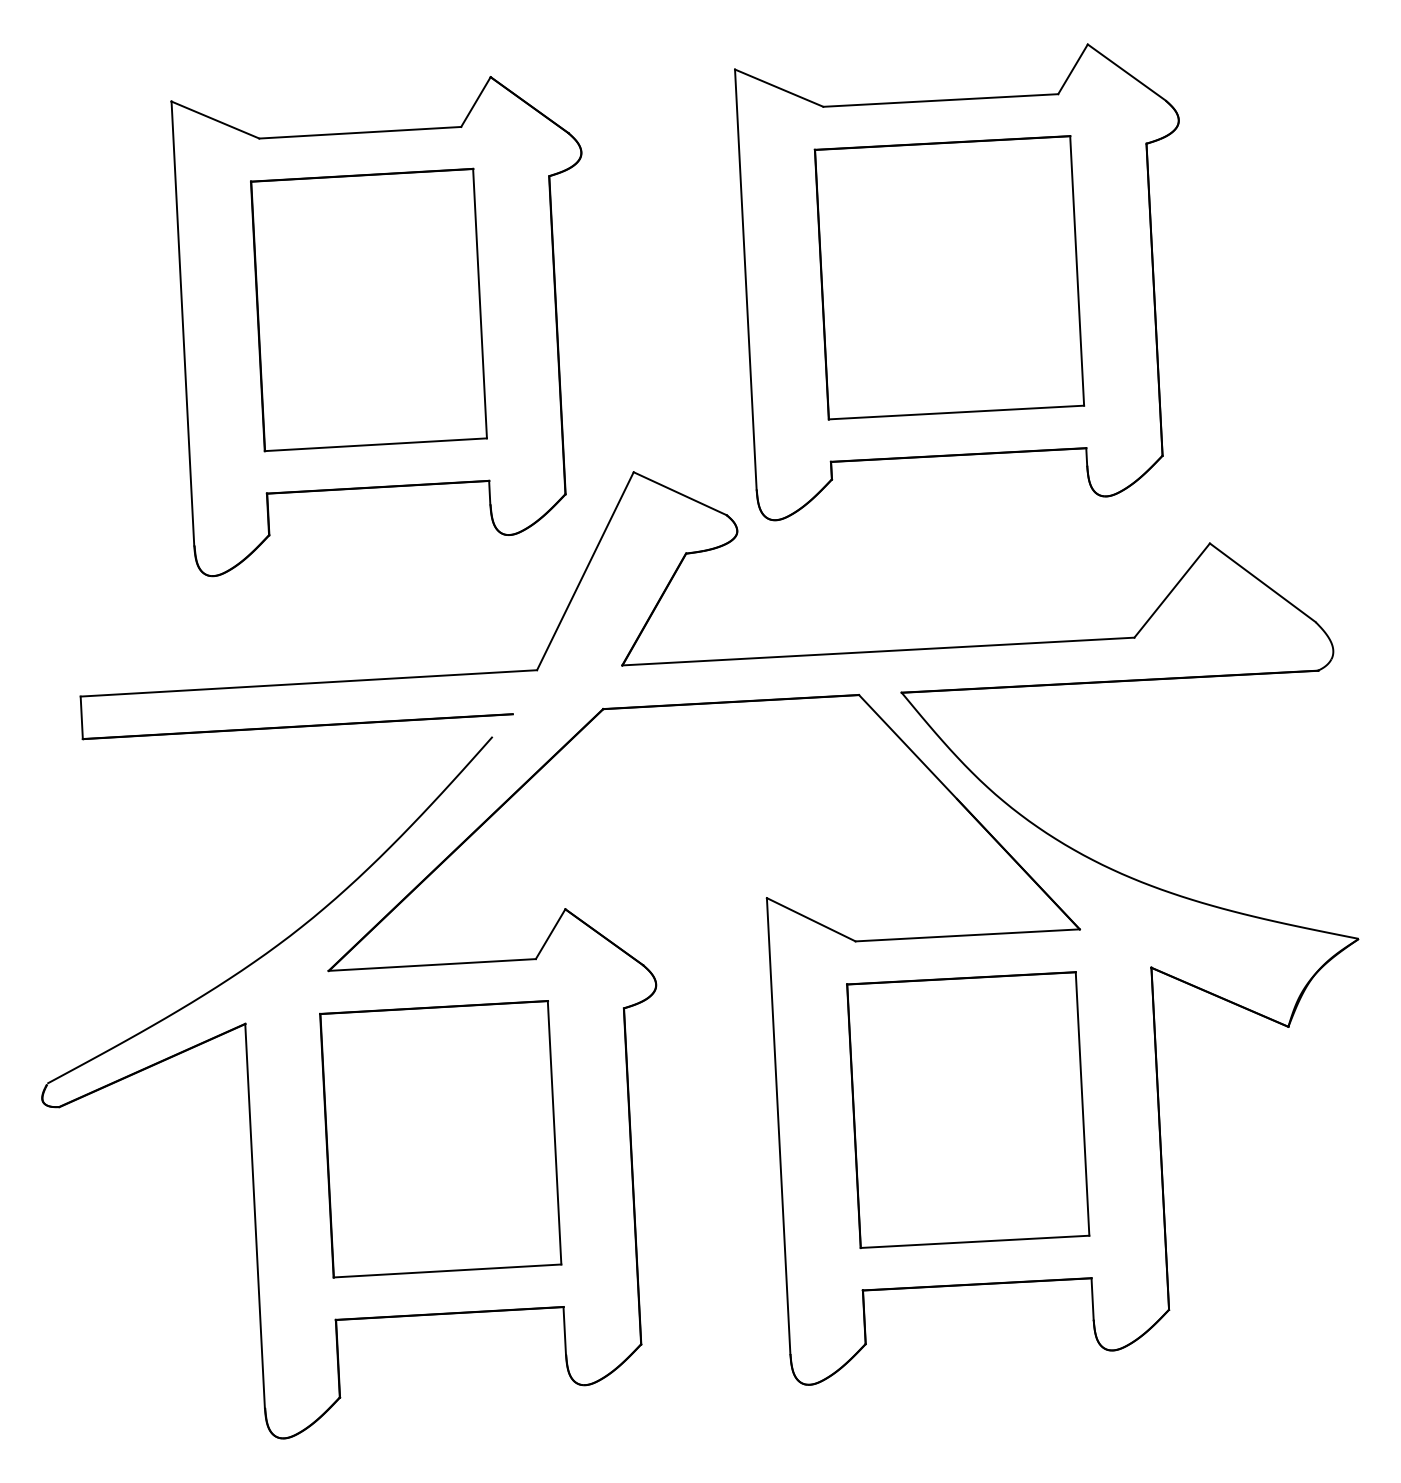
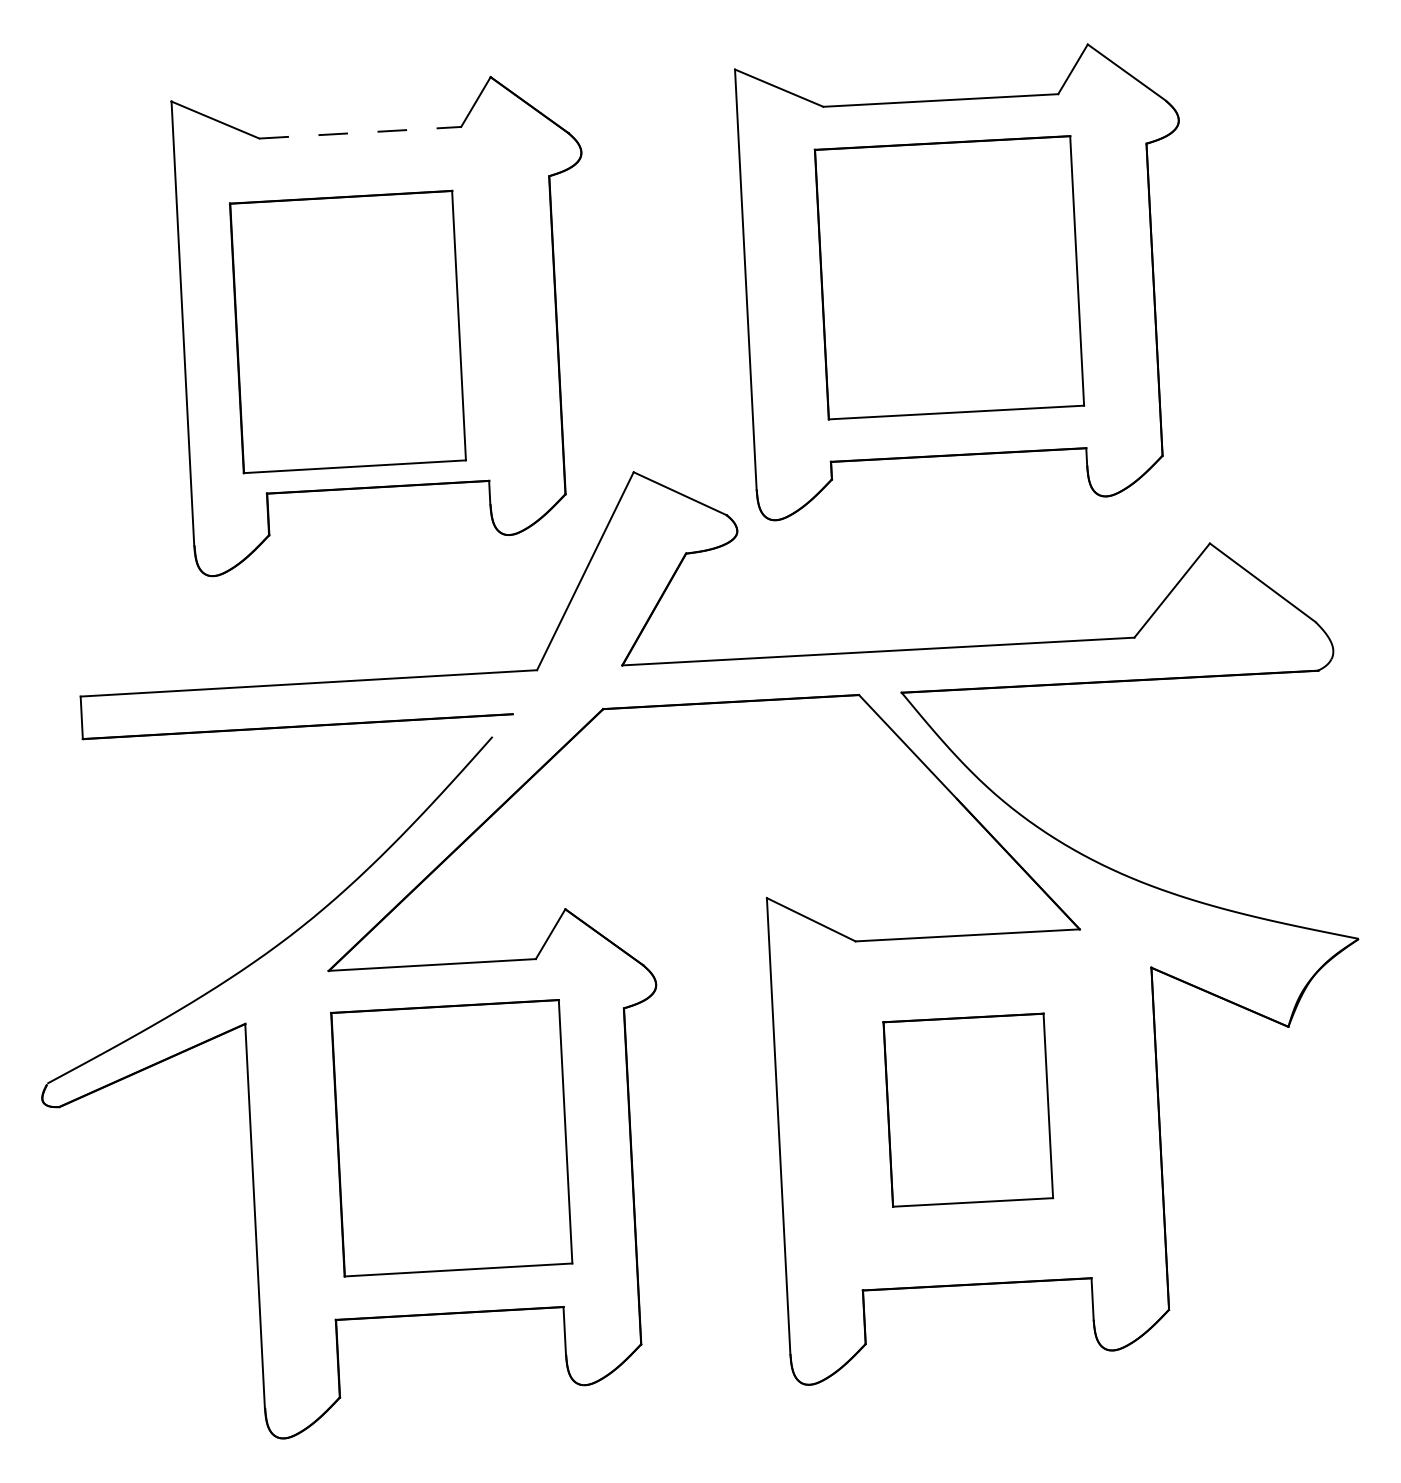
line at (360, 132): solid -> dashed
part at (368, 309) position: (368, 309) -> (347, 331)
part at (968, 1110) size: 245x279 px -> 173x196 px
part at (440, 1139) position: (440, 1139) -> (451, 1138)
